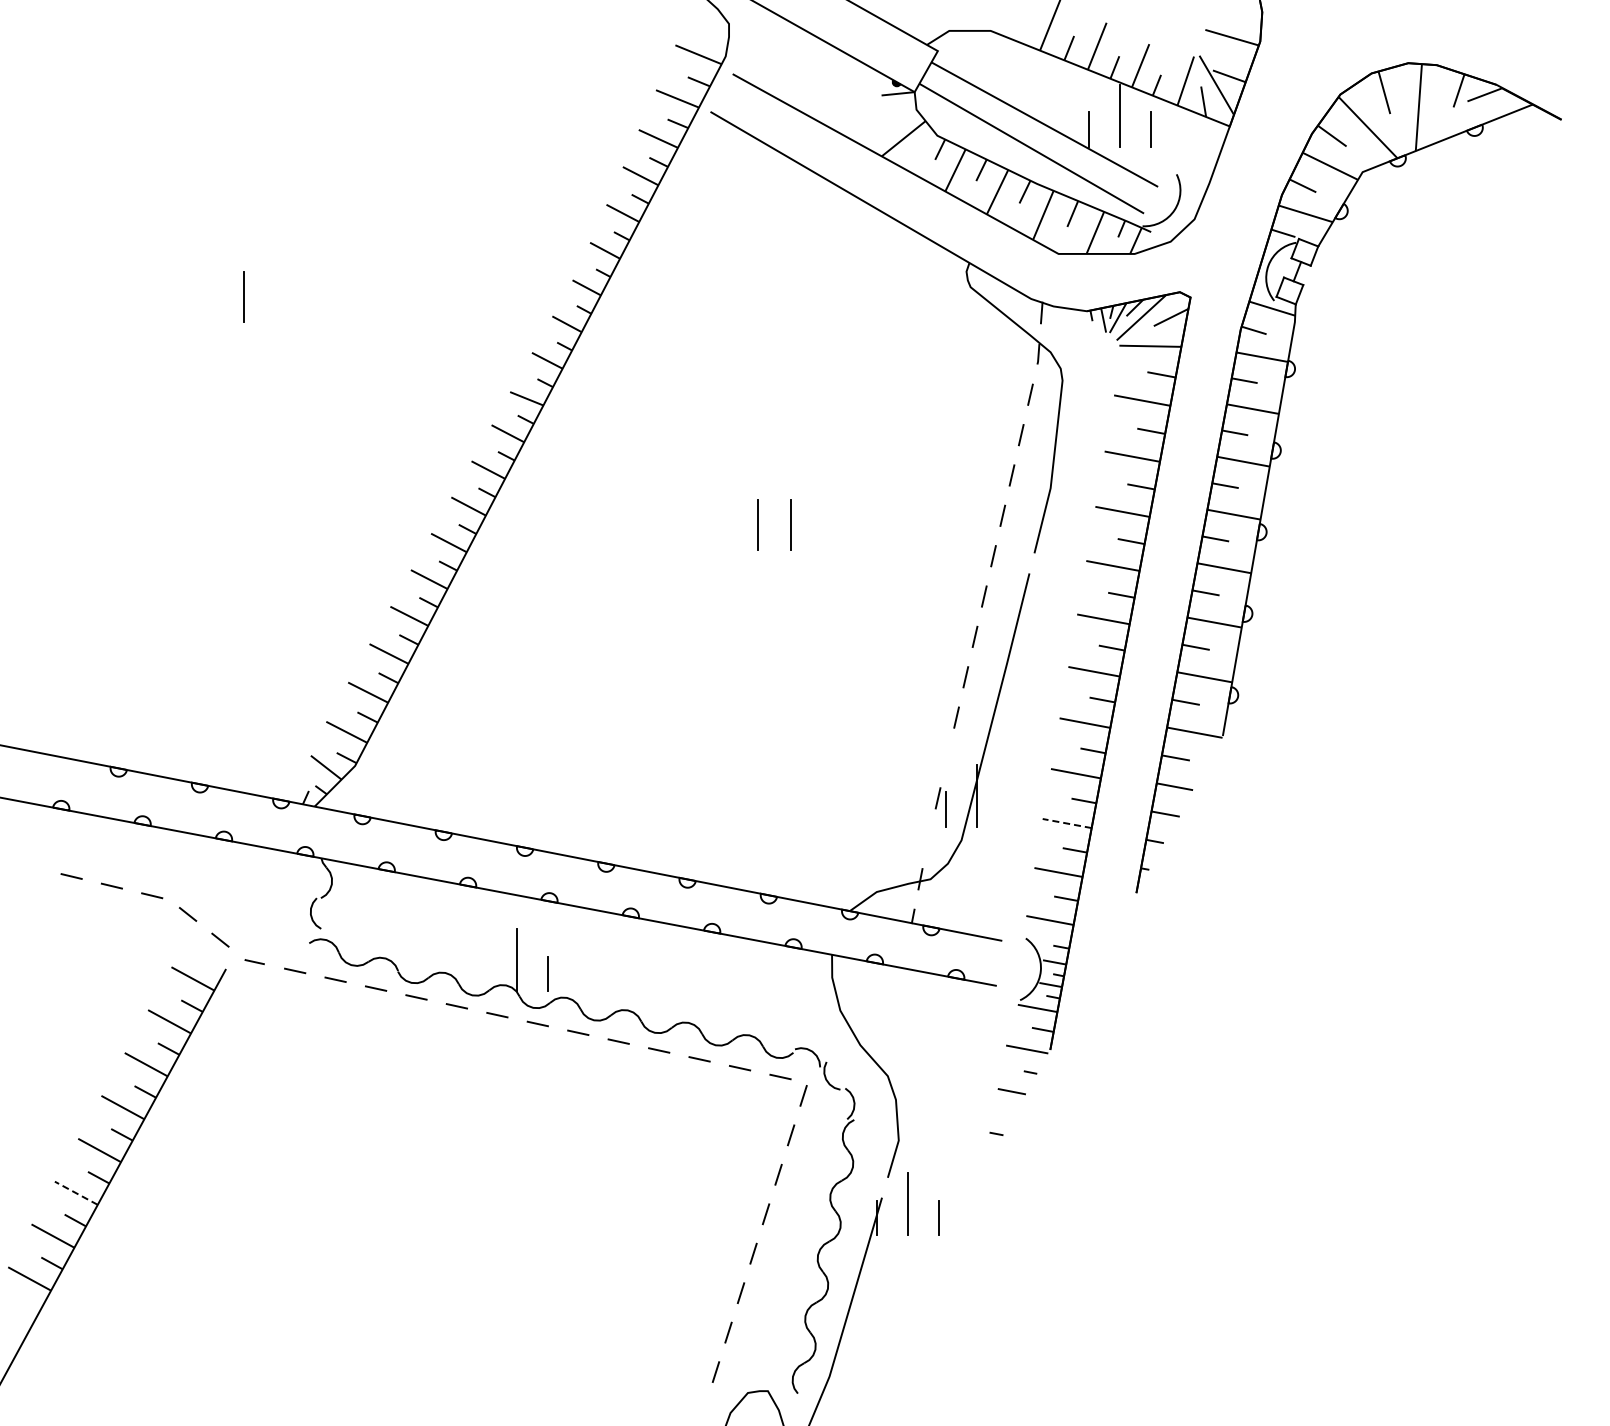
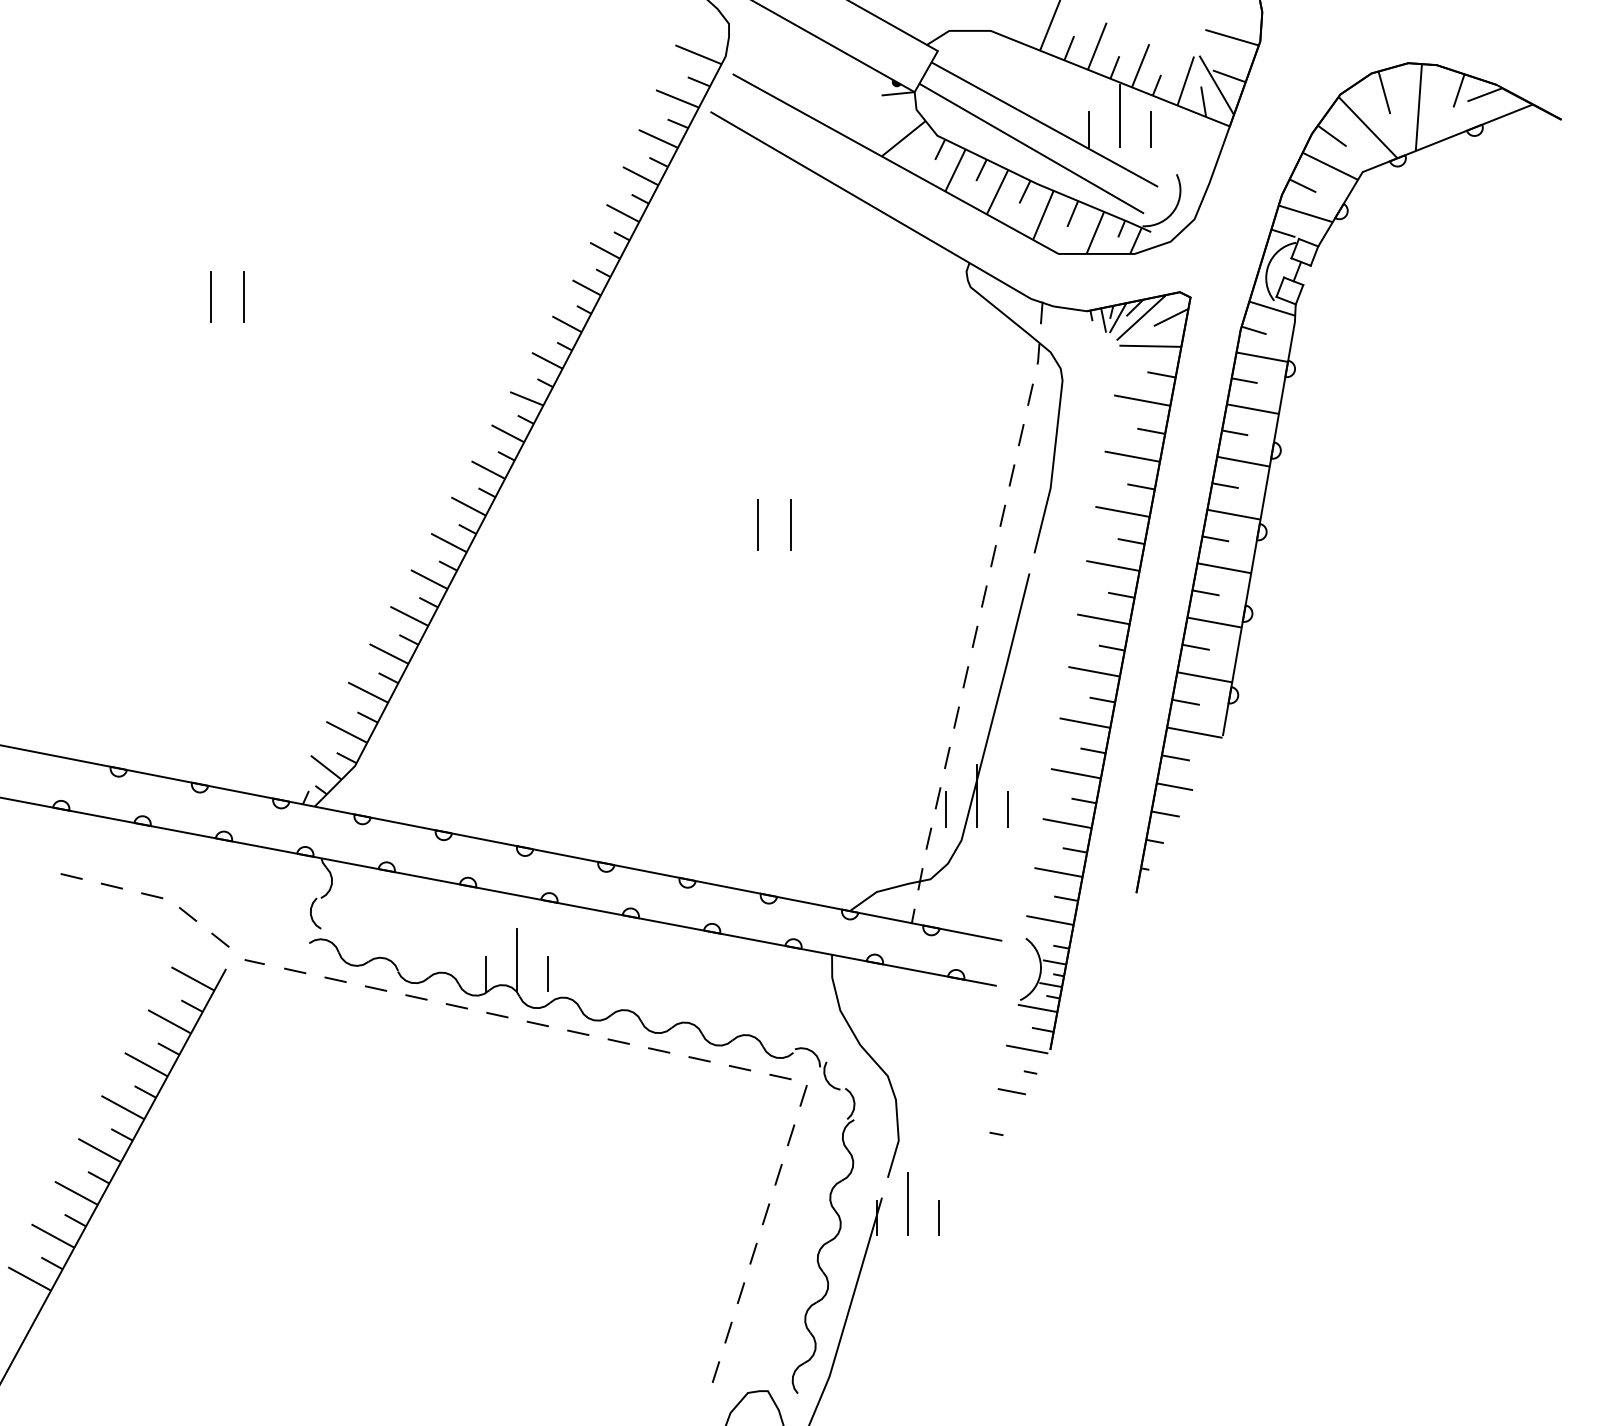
line at (210, 297): none -> present
line at (947, 757): none -> present
line at (1007, 809): none -> present
line at (1067, 823): dashed -> solid
line at (928, 838): none -> present
line at (485, 973): none -> present
line at (75, 1193): dashed -> solid
